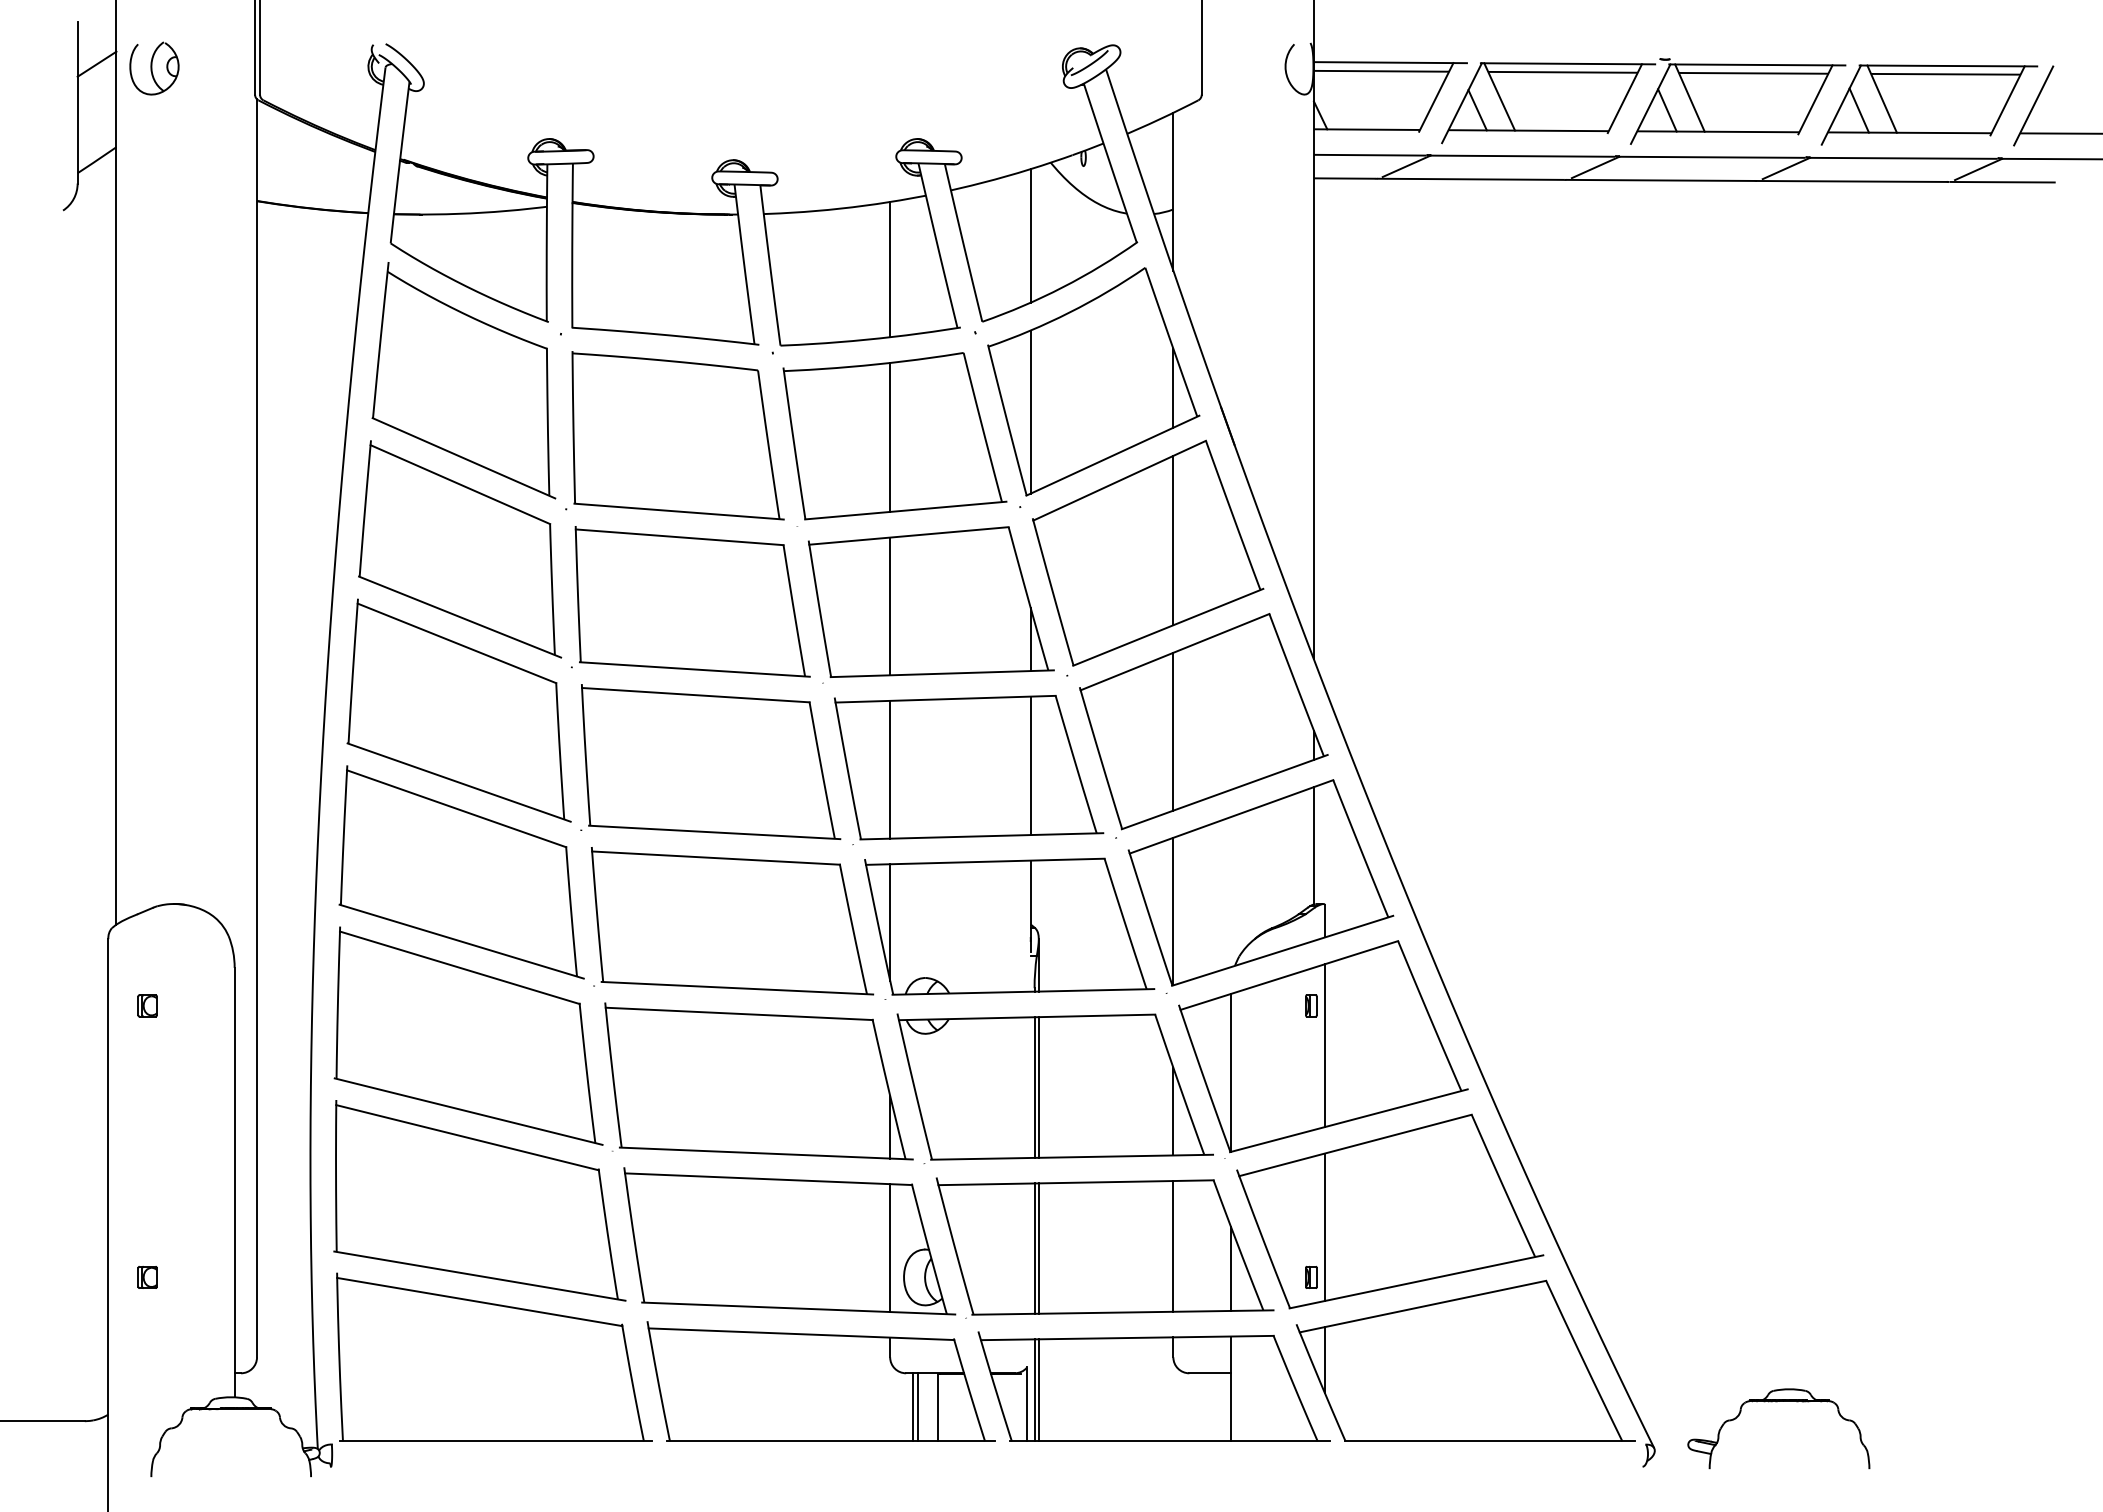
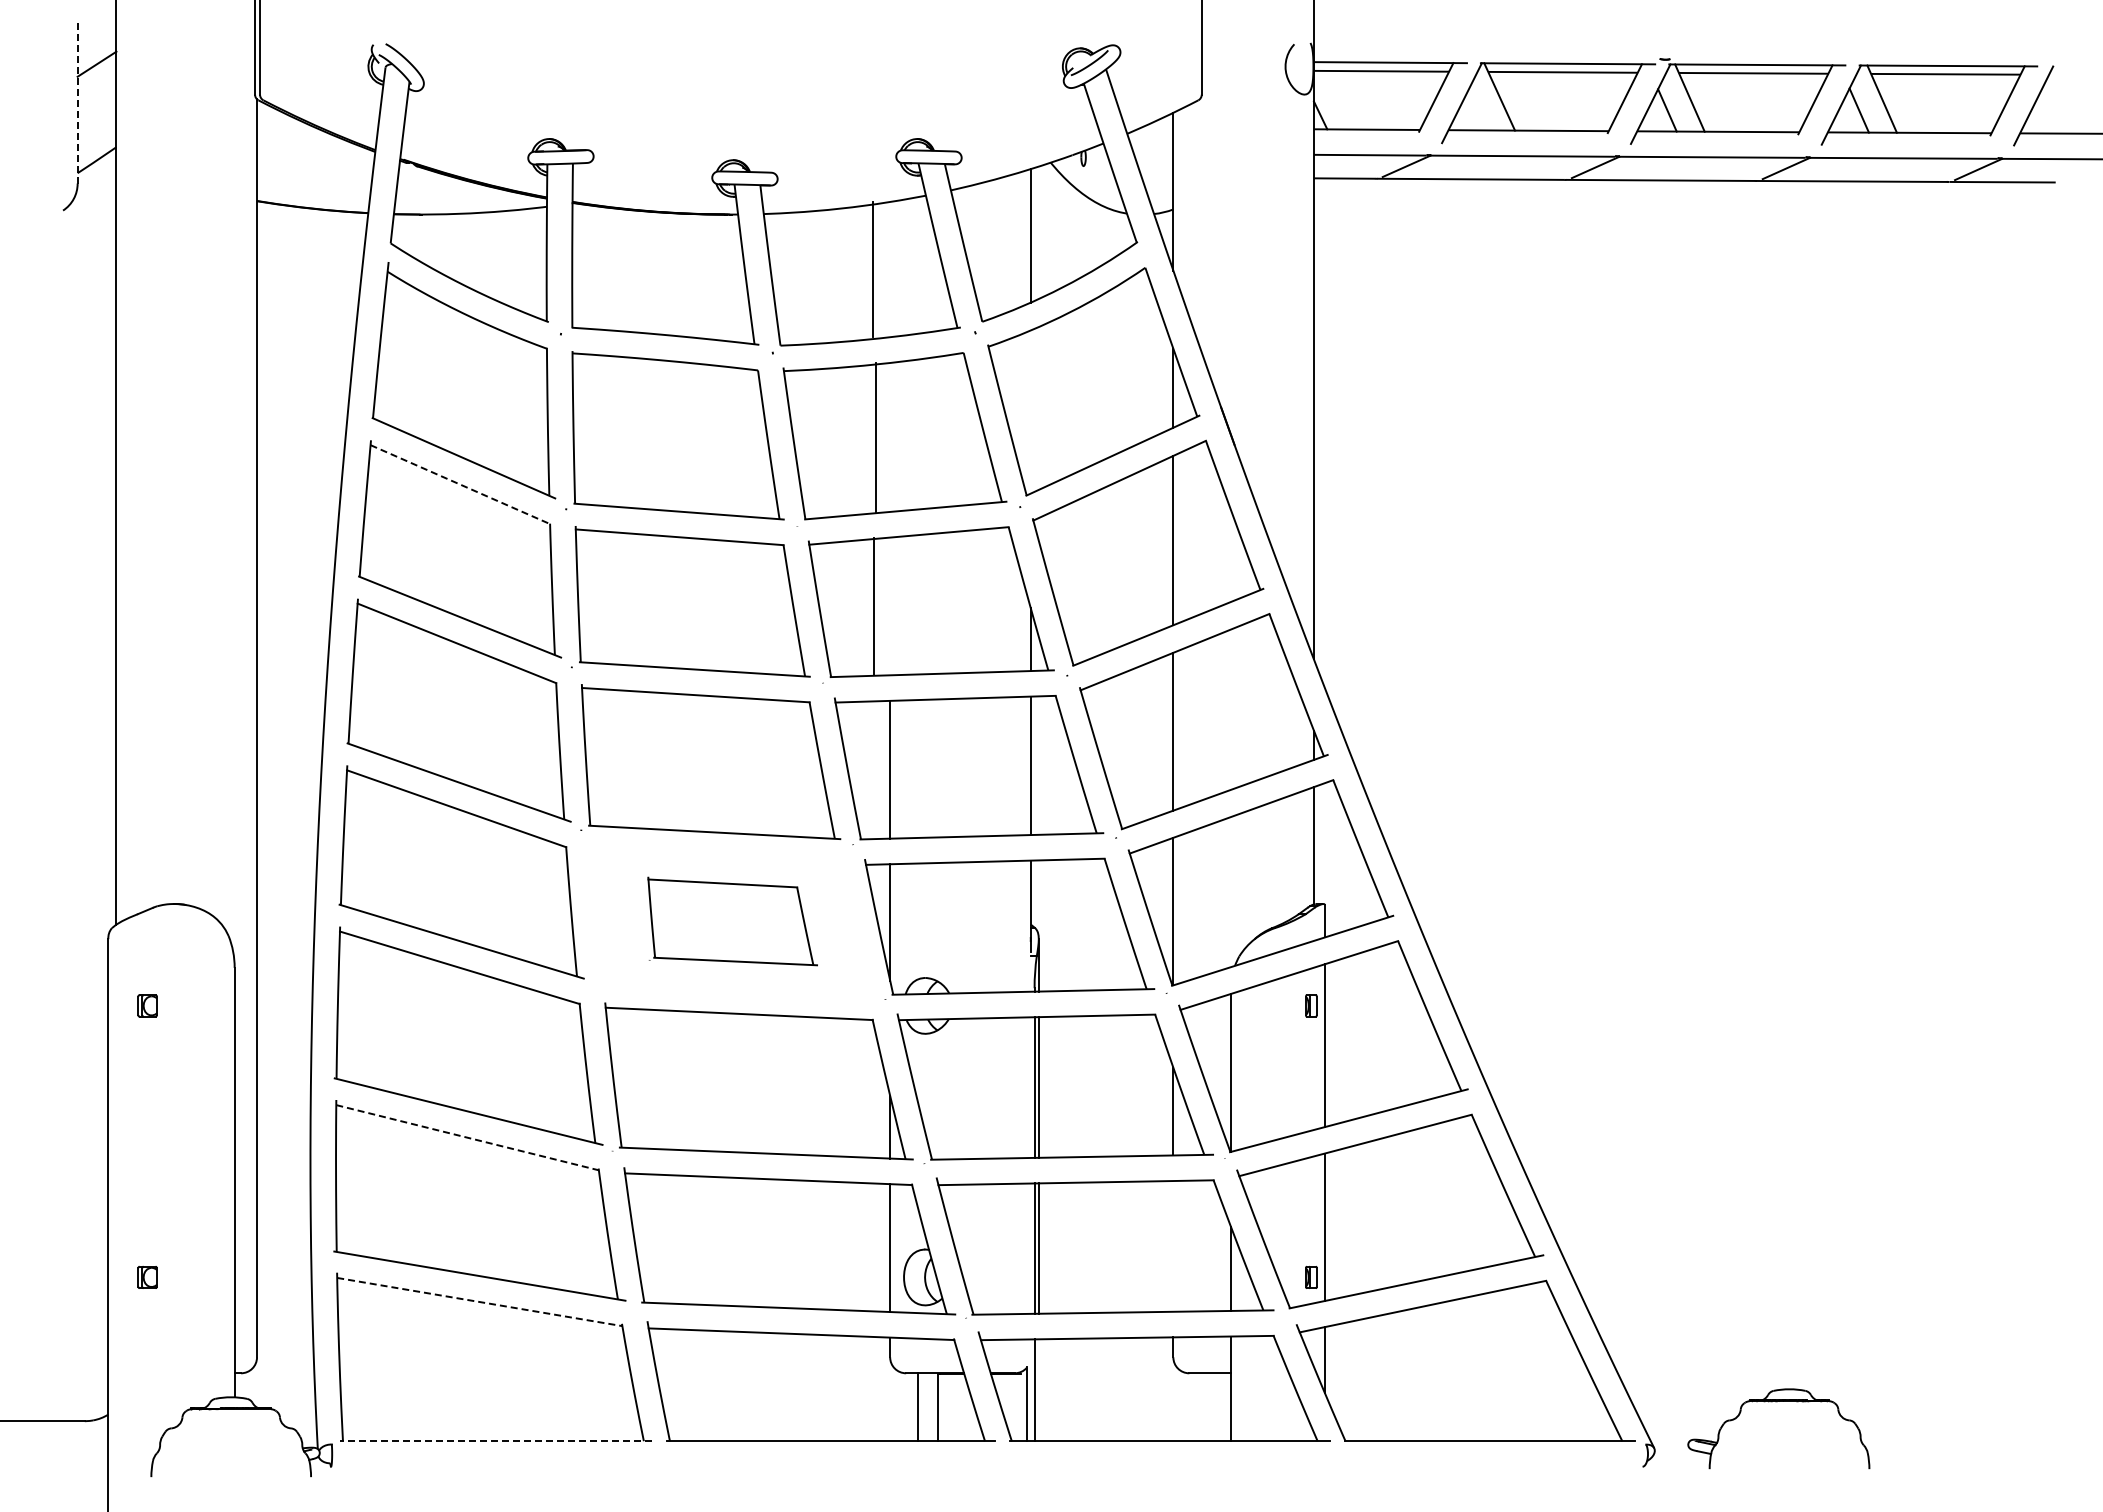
part at (154, 68): present -> none
line at (77, 102): solid -> dashed
line at (1477, 110): present -> none
line at (890, 269) position: (890, 269) -> (873, 269)
line at (1030, 411): present -> none
line at (890, 436) position: (890, 436) -> (876, 436)
line at (460, 484): solid -> dashed
line at (890, 606) position: (890, 606) -> (874, 606)
part at (732, 921) size: 284x149 px -> 171x91 px
line at (468, 1137): solid -> dashed
line at (1173, 1246): present -> none
line at (479, 1302): solid -> dashed
line at (1038, 1390): present -> none
line at (912, 1407): present -> none
line at (495, 1441): solid -> dashed
